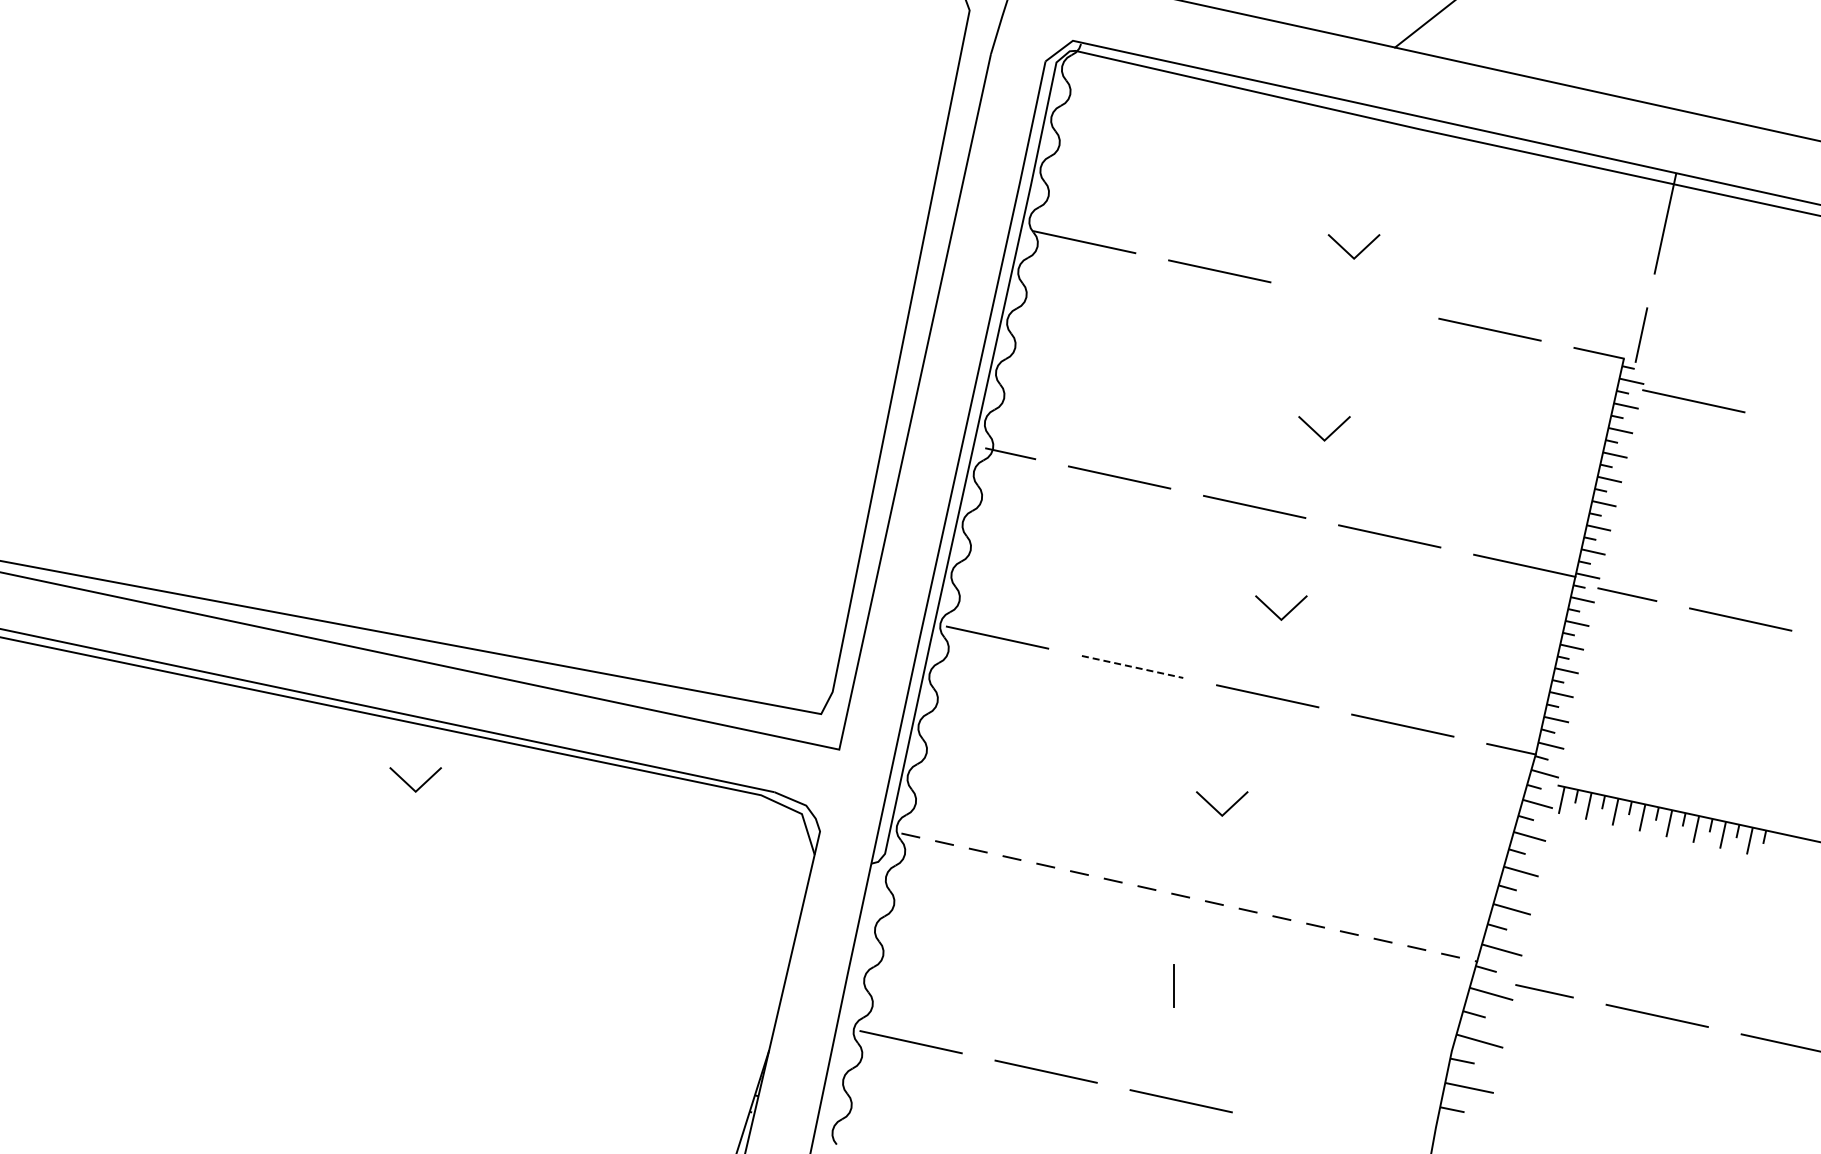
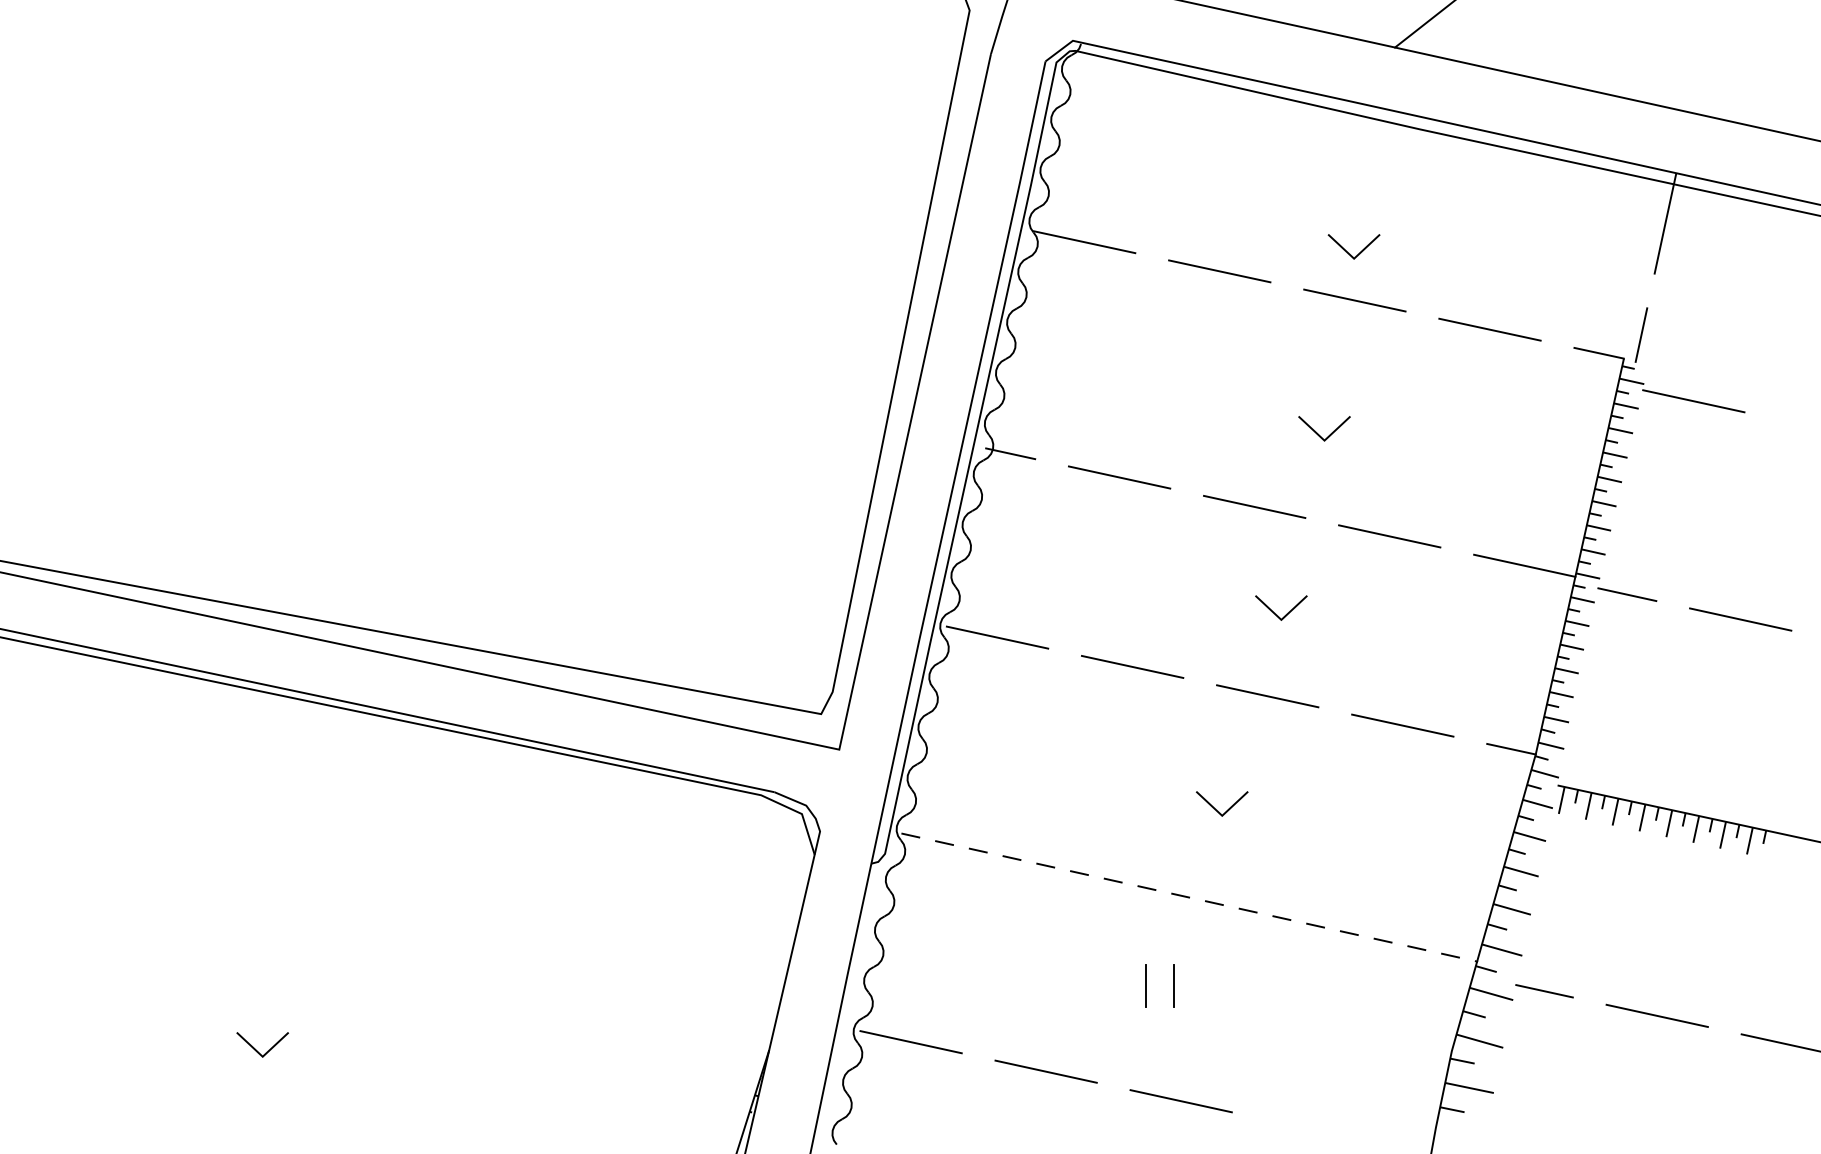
line at (1354, 300): none -> present
line at (1132, 666): dashed -> solid
line at (409, 784) position: (409, 784) -> (256, 1049)
line at (1146, 985): none -> present
